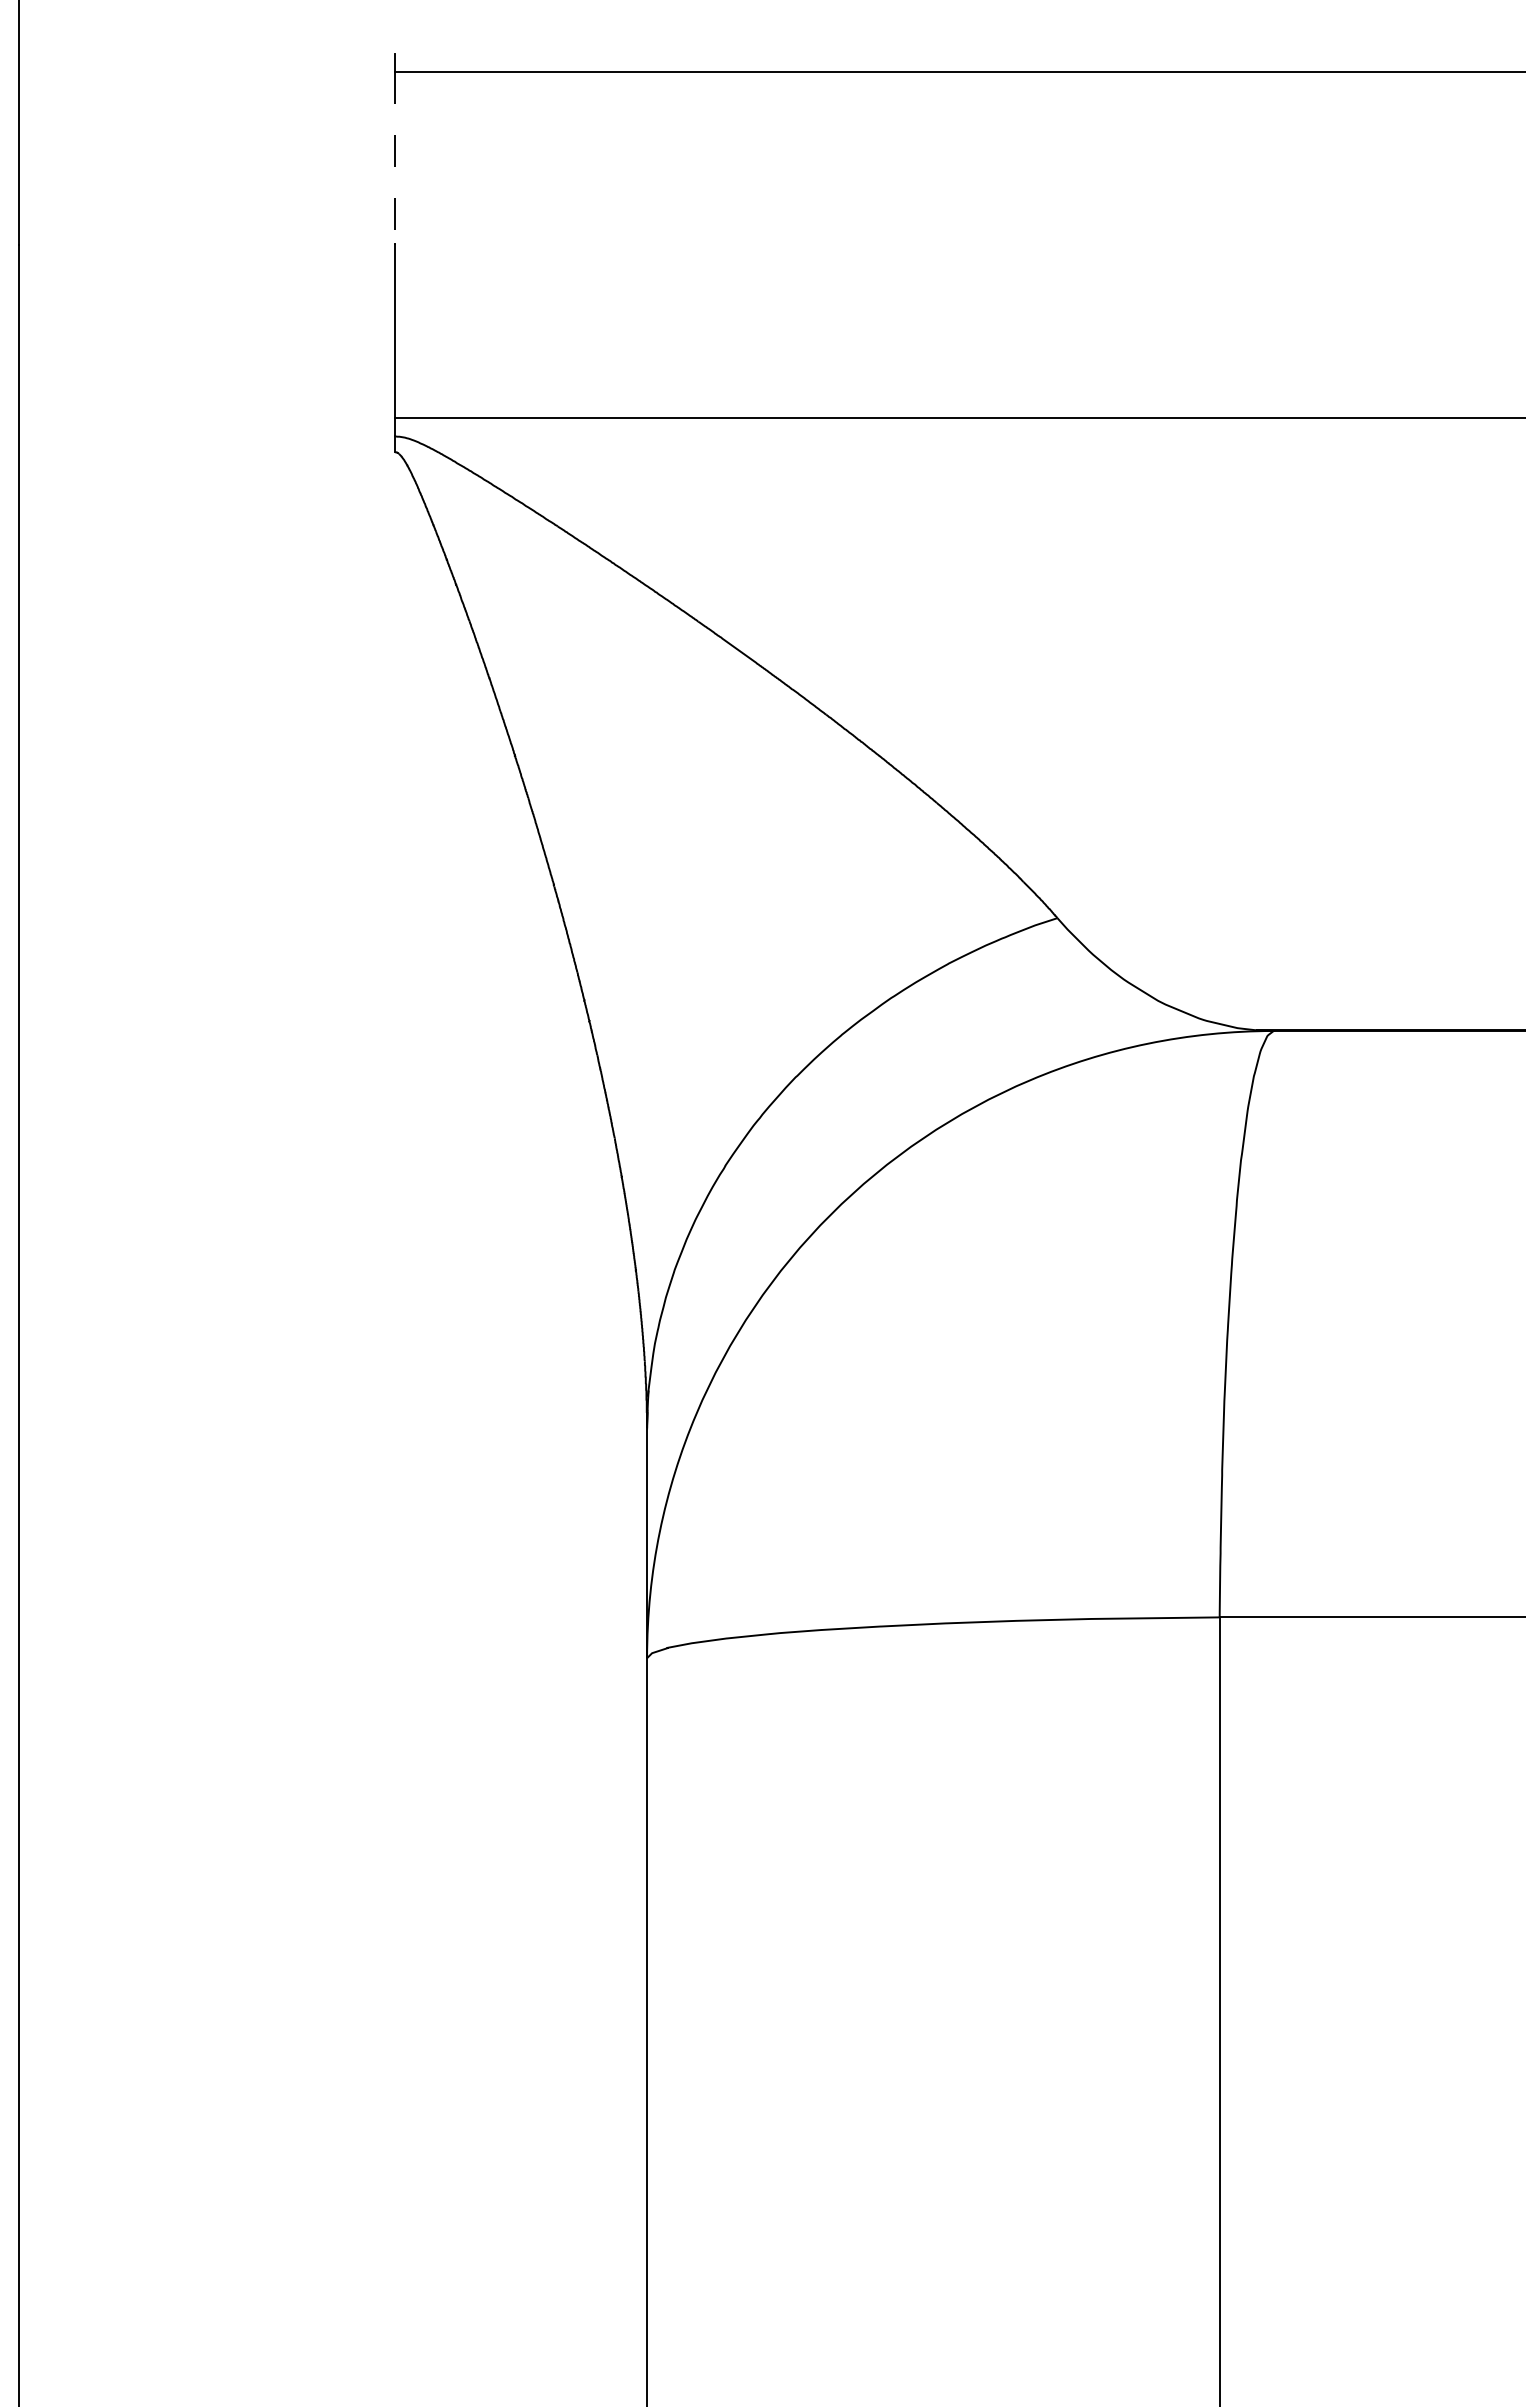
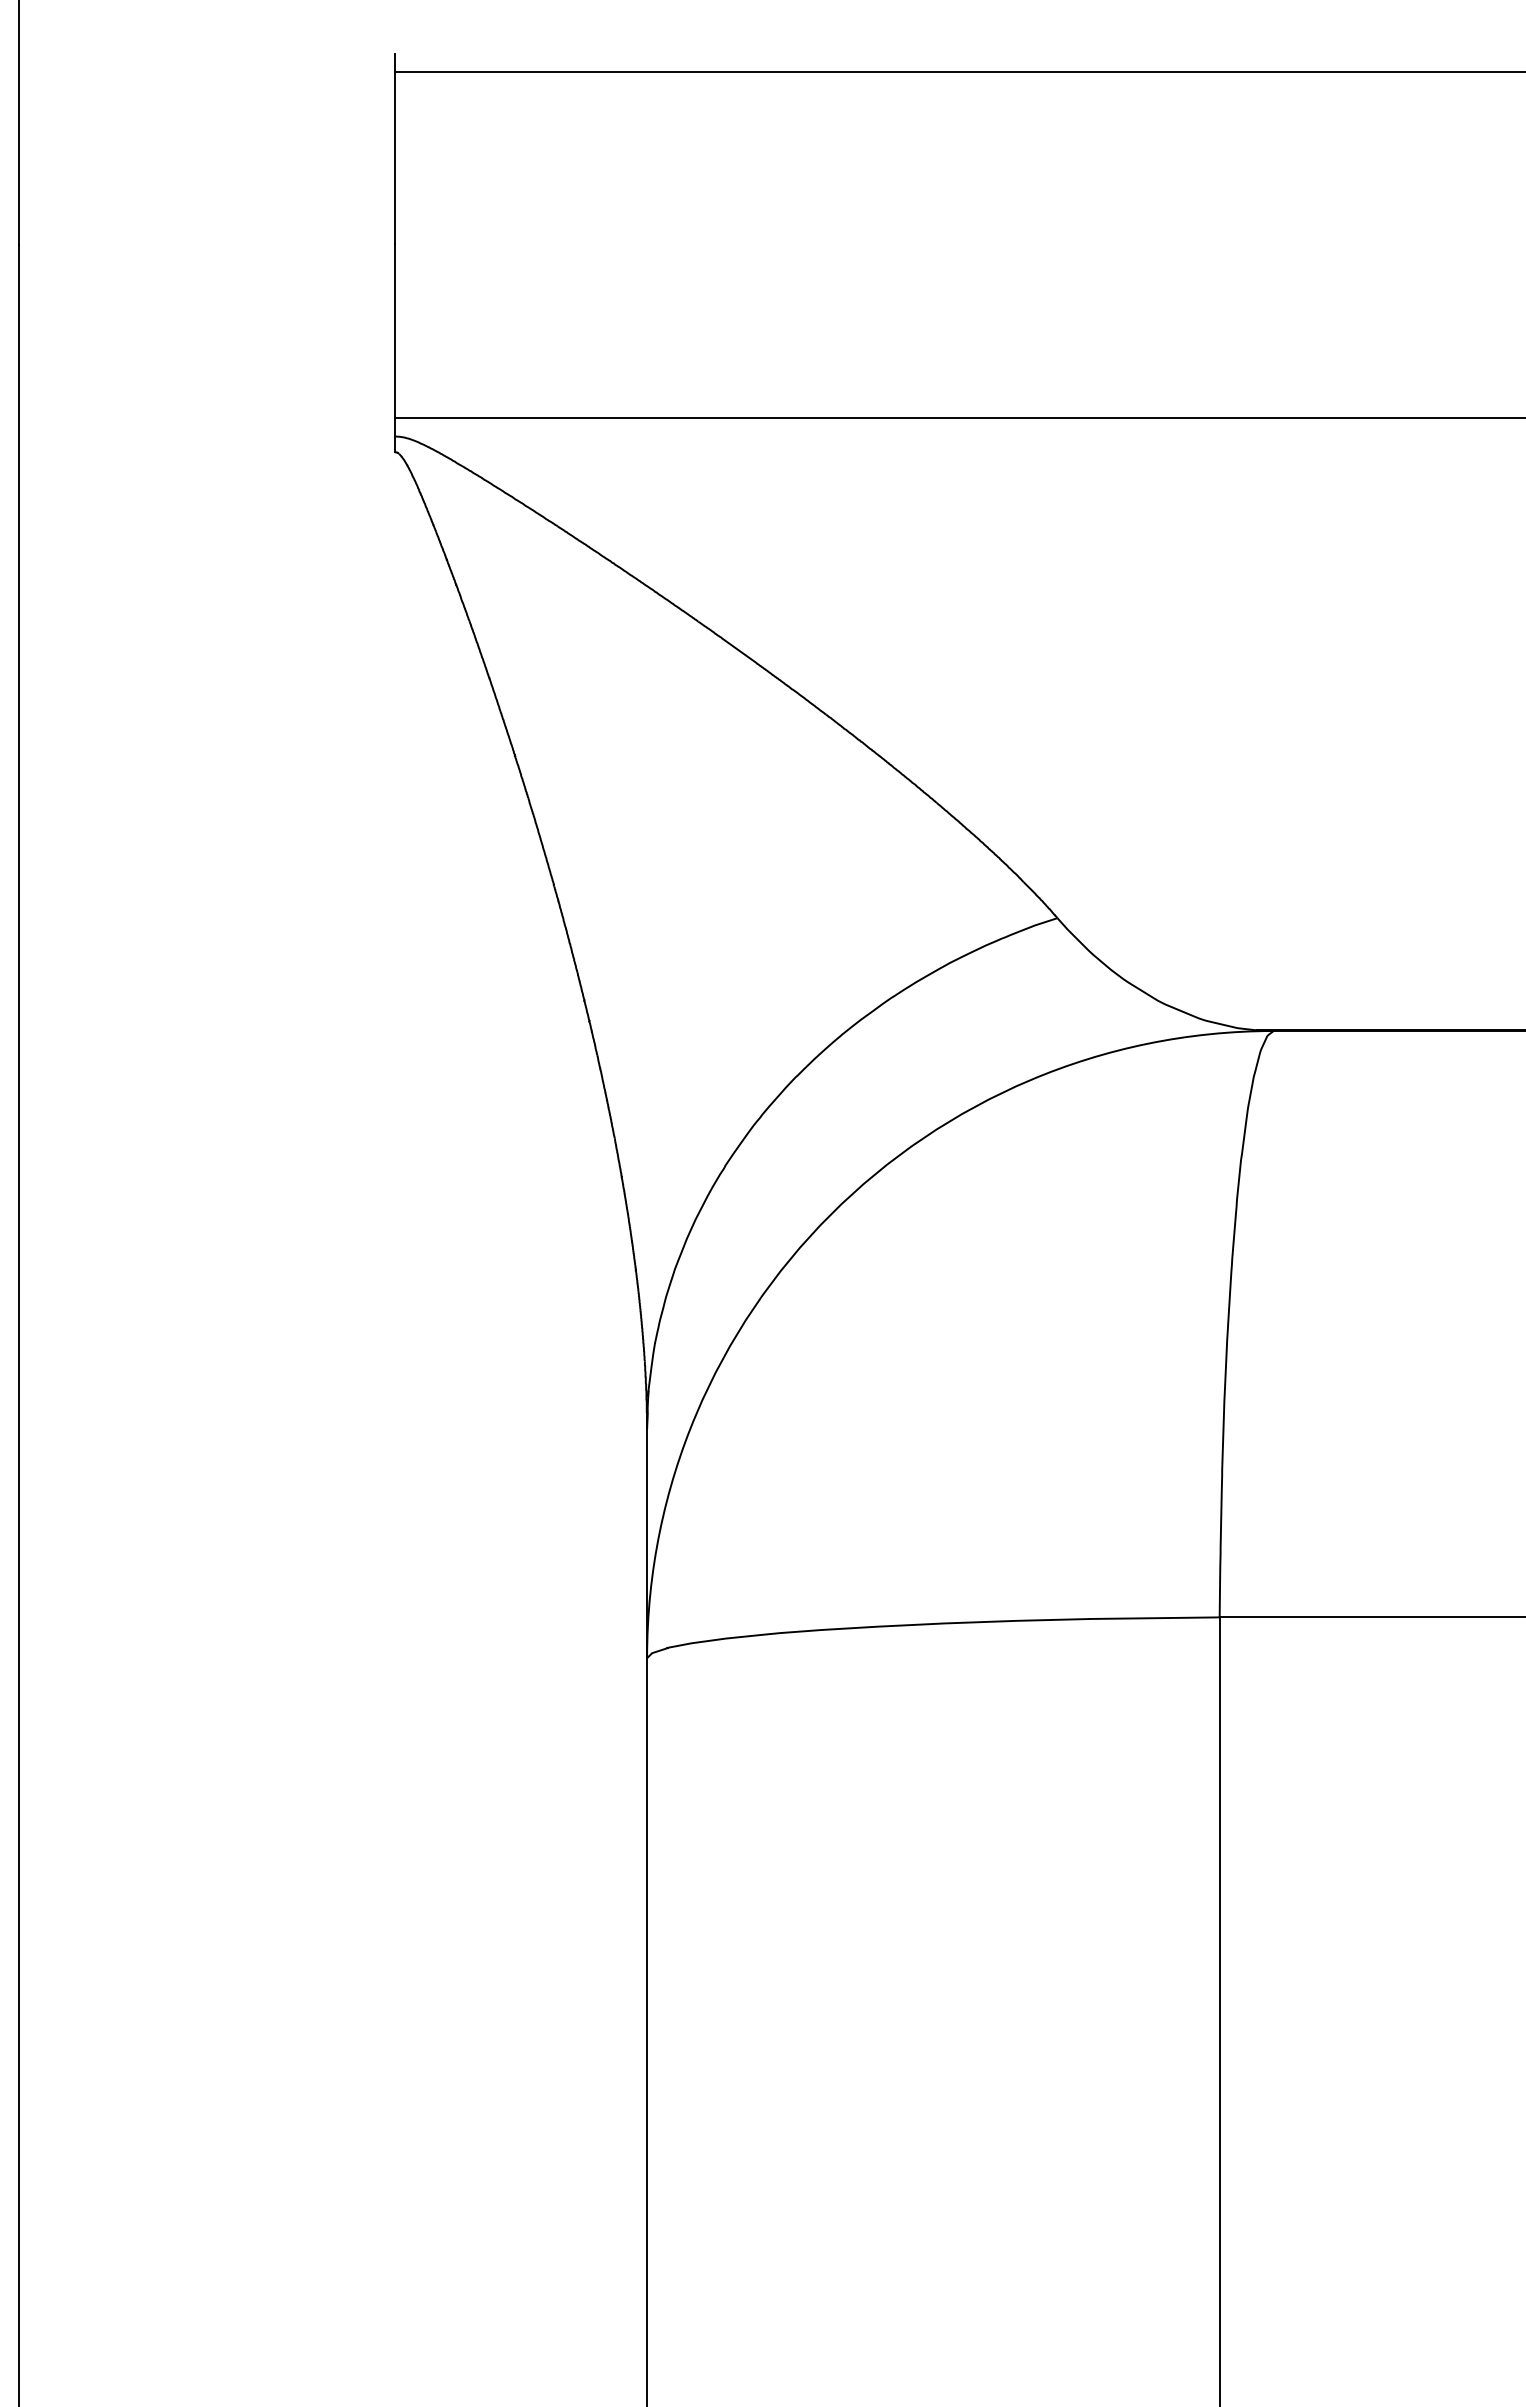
line at (394, 158): dashed -> solid
